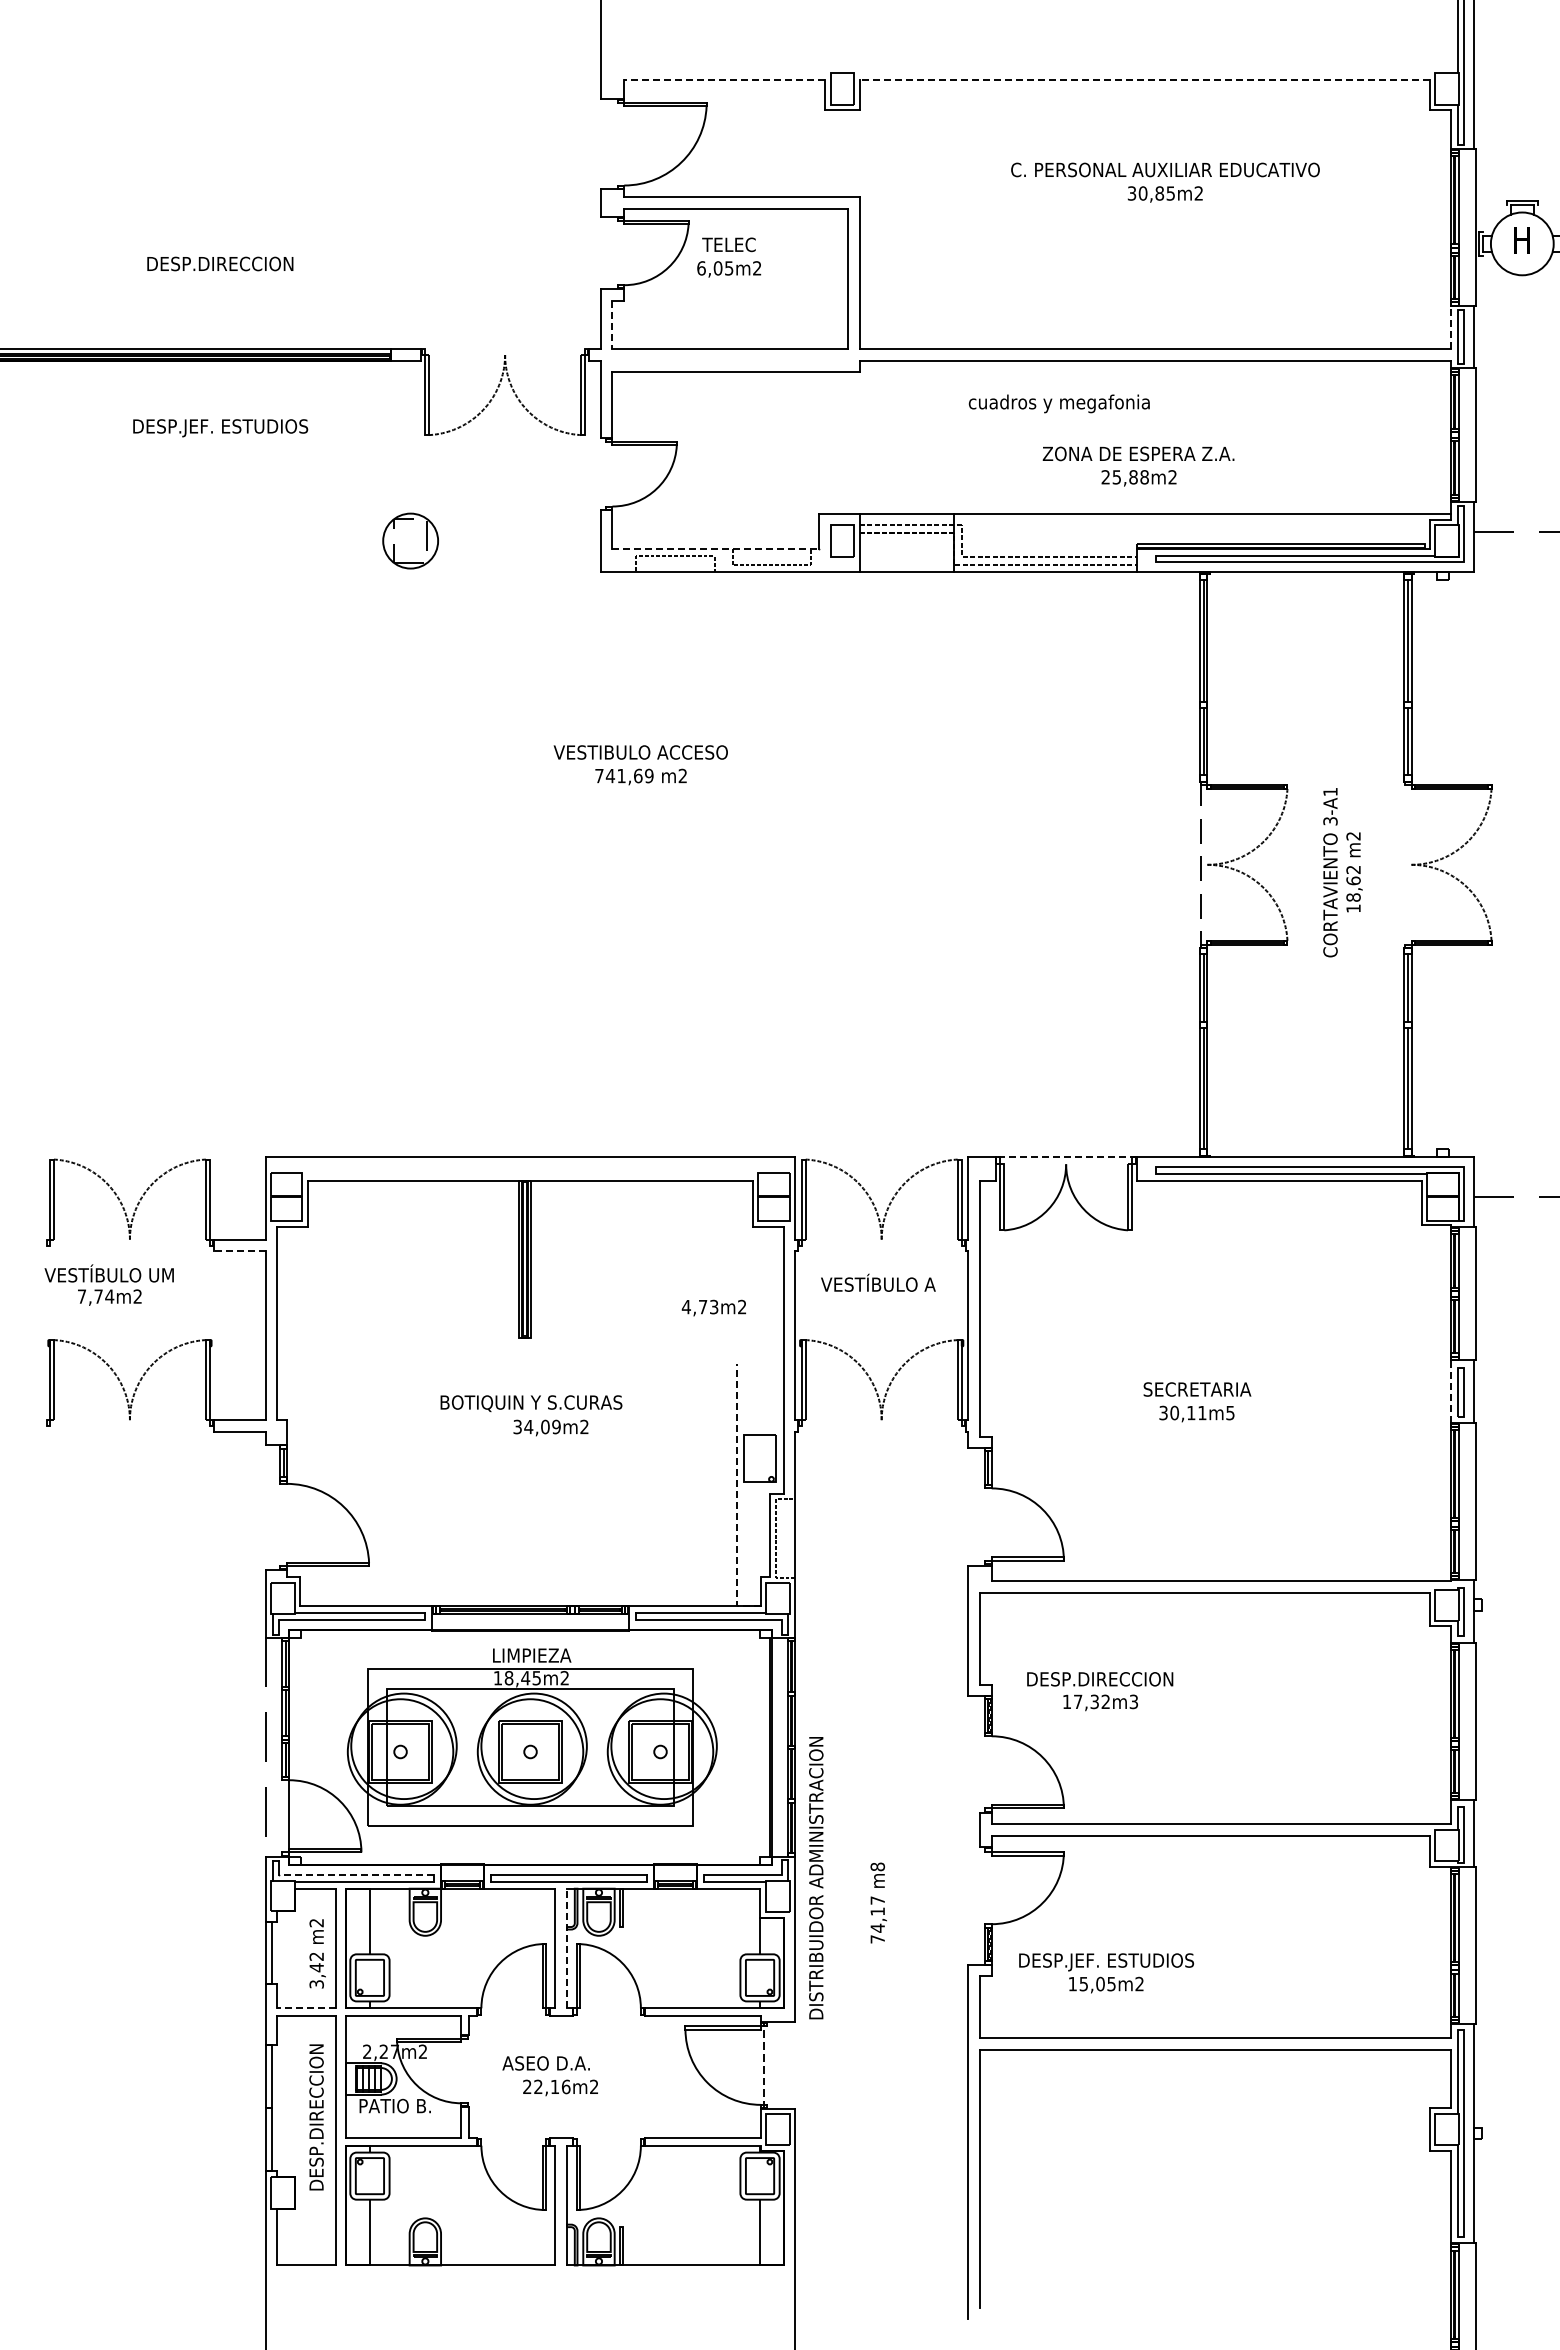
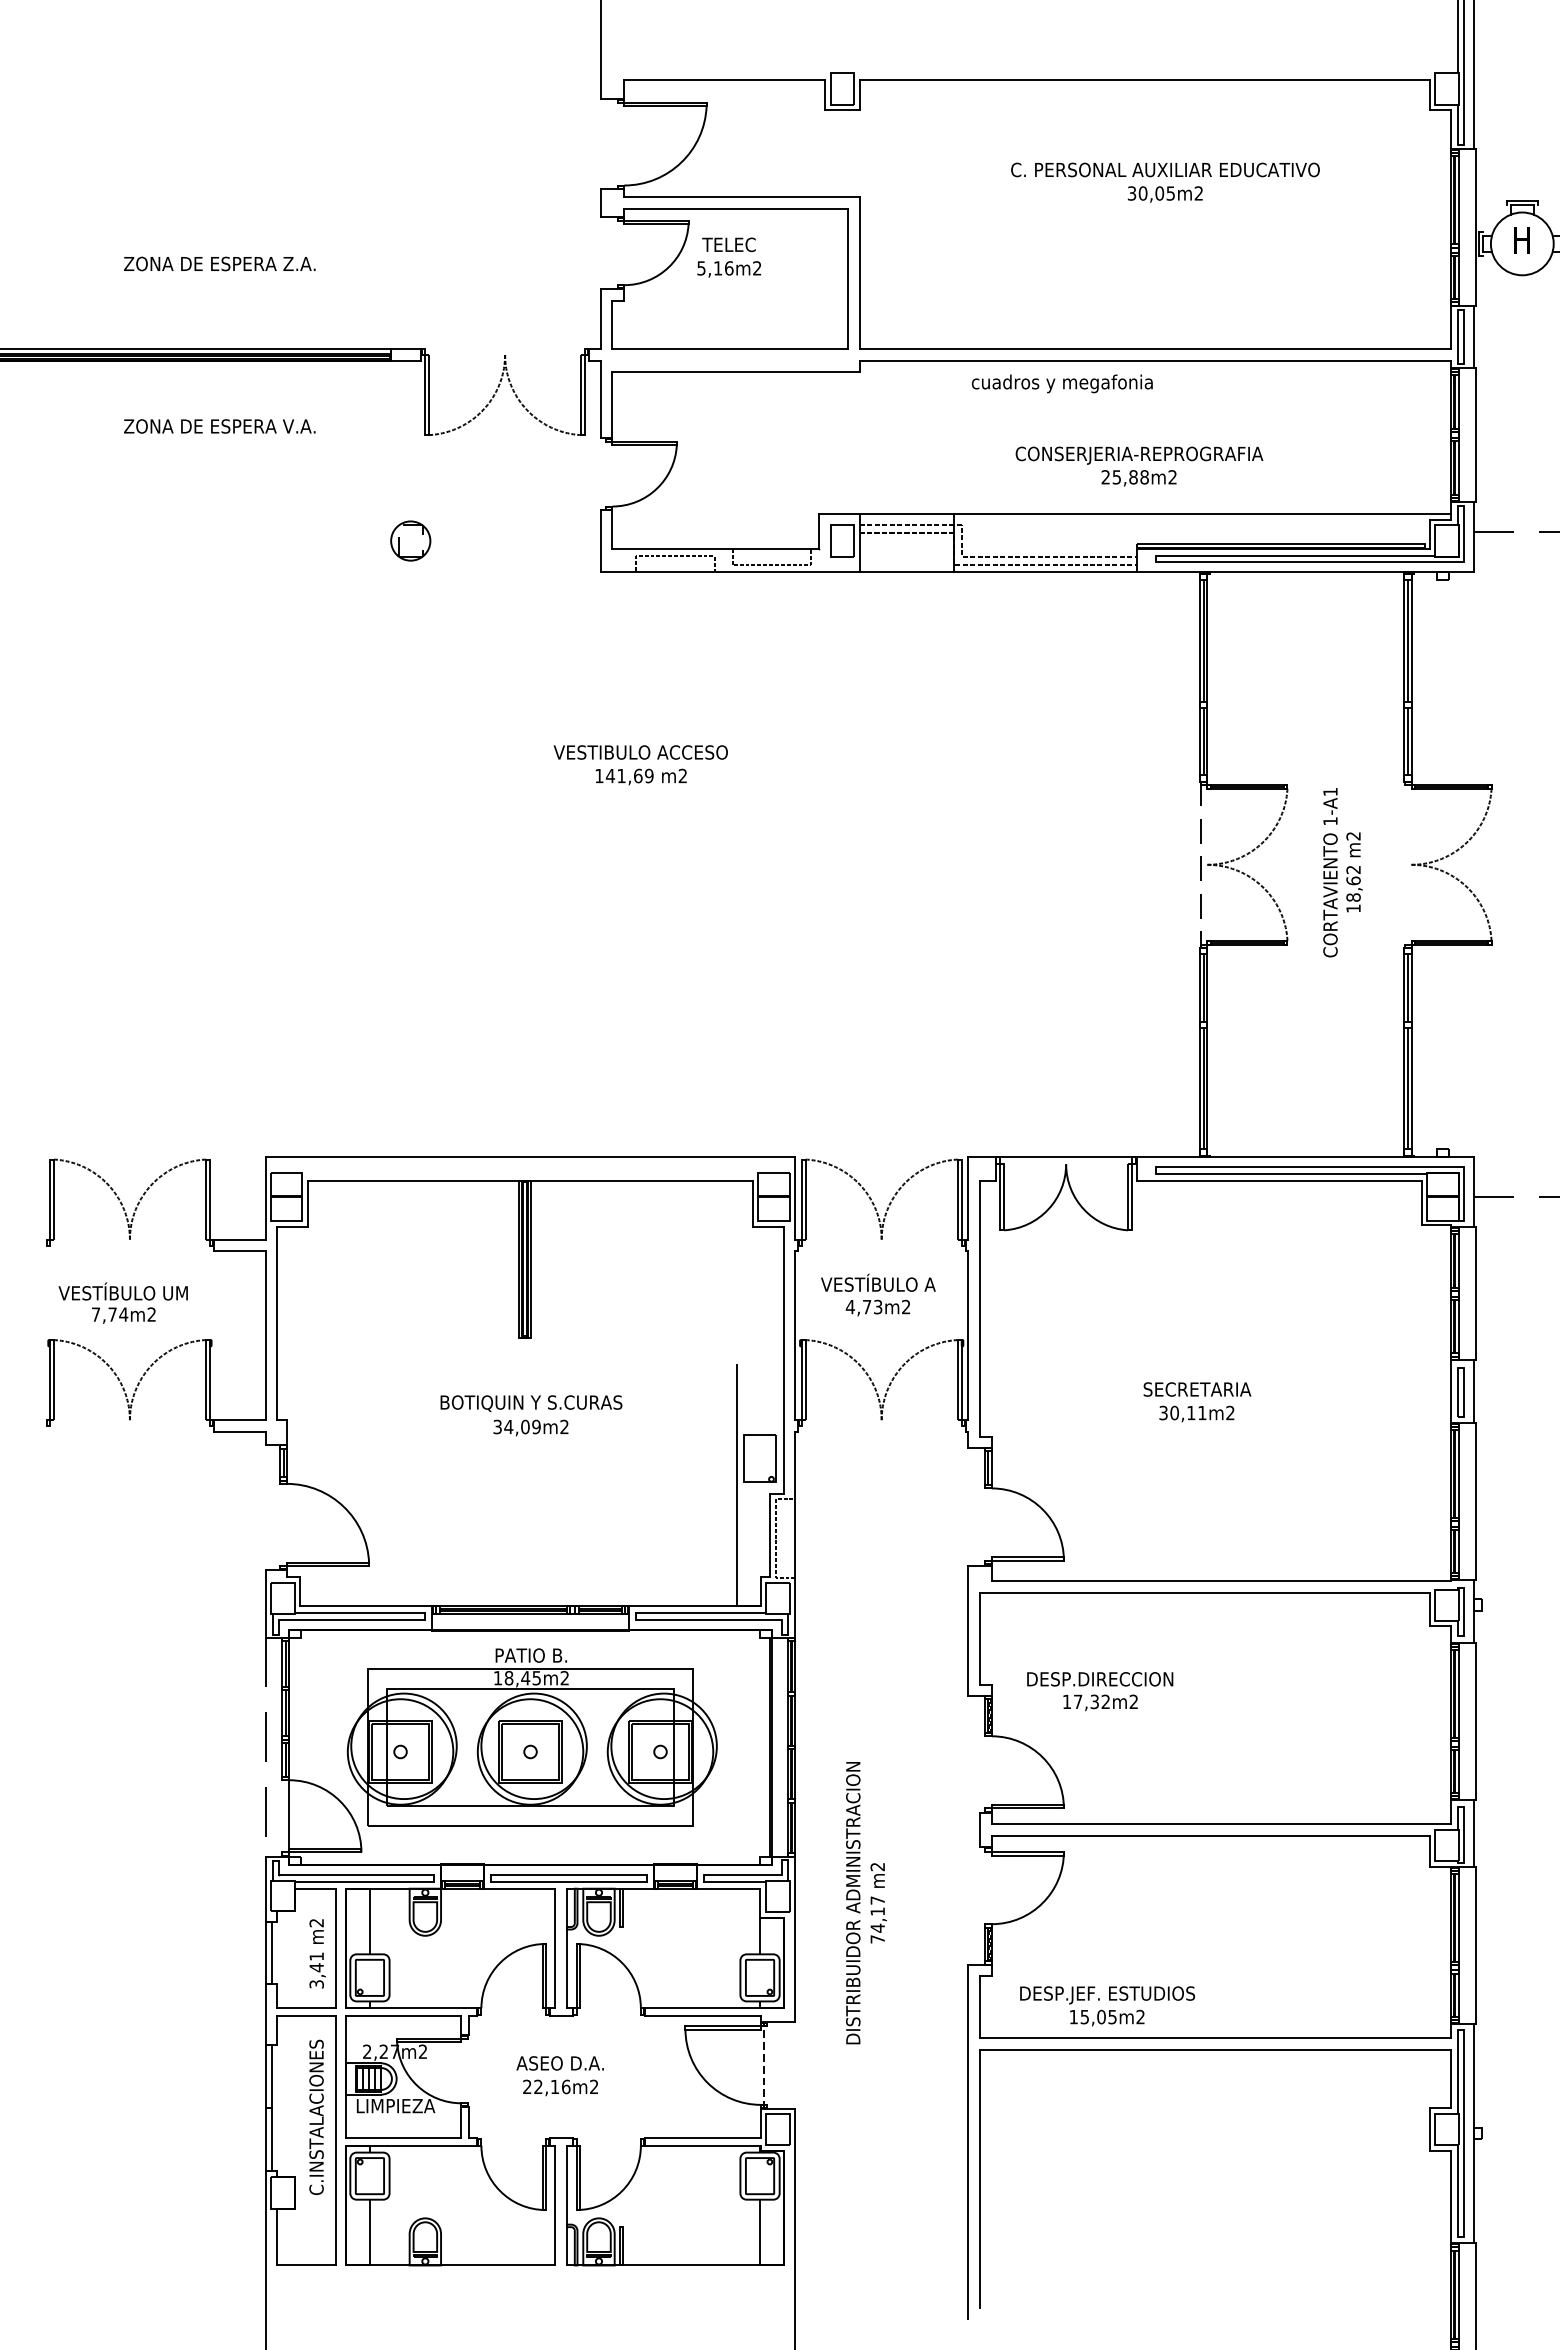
line at (724, 79): dashed -> solid
line at (1144, 79): dashed -> solid
text at (1159, 193): 30,85m2 -> 30,05m2
text at (219, 263): DESP.DIRECCION -> ZONA DE ESPERA Z.A.
text at (715, 268): 6,05m2 -> 5,16m2
line at (612, 324): dashed -> solid
line at (1450, 327): dashed -> solid
text at (1058, 403) position: (1058, 403) -> (1061, 383)
text at (219, 428): DESP.JEF. ESTUDIOS -> ZONA DE ESPERA V.A.
text at (1139, 455): ZONA DE ESPERA Z.A. -> CONSERJERIA-REPROGRAFIA
part at (410, 540) size: 57x58 px -> 42x42 px
line at (716, 548): dashed -> solid
text at (599, 776): 741,69 -> 141,69
text at (1330, 821): 3-A1 -> 1-A1
line at (1066, 1157): dashed -> solid
line at (239, 1251): dashed -> solid
text at (108, 1284) position: (108, 1284) -> (122, 1302)
text at (713, 1307) position: (713, 1307) -> (877, 1307)
line at (1450, 1391): dashed -> solid
text at (1230, 1412): 30,11m5 -> 30,11m2
text at (550, 1427) position: (550, 1427) -> (530, 1427)
line at (736, 1498): dashed -> solid
text at (532, 1655): LIMPIEZA -> PATIO B.
text at (1133, 1702): 17,32m3 -> 17,32m2
text at (877, 1866): m8 -> m2
line at (356, 1875): dashed -> solid
text at (816, 1878) position: (816, 1878) -> (853, 1903)
line at (566, 1948): dashed -> solid
text at (316, 1956): 3,42 -> 3,41
text at (1106, 1973) position: (1106, 1973) -> (1107, 2006)
line at (306, 2008): dashed -> solid
text at (545, 2063) position: (545, 2063) -> (559, 2063)
text at (395, 2105): PATIO B. -> LIMPIEZA
text at (316, 2116): DESP.DIRECCION -> C.INSTALACIONES
